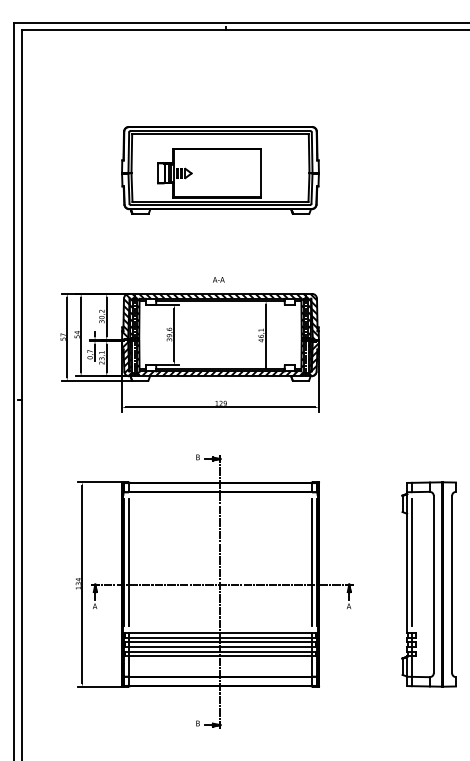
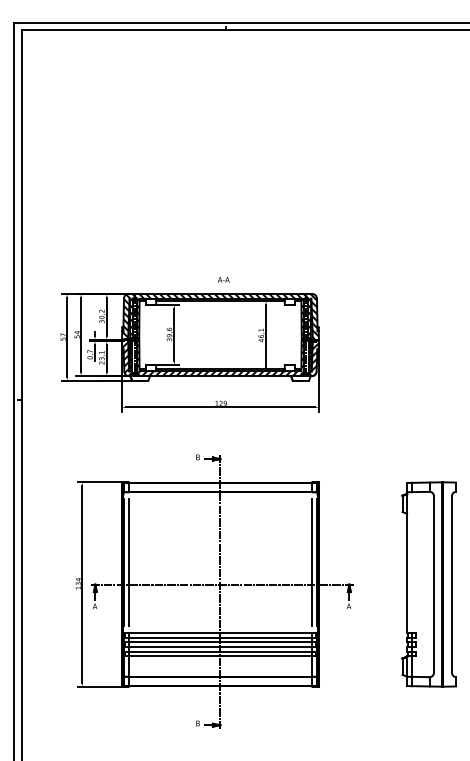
part at (220, 170): present -> none
text at (218, 279) position: (218, 279) -> (223, 279)
line at (411, 562): present -> none
